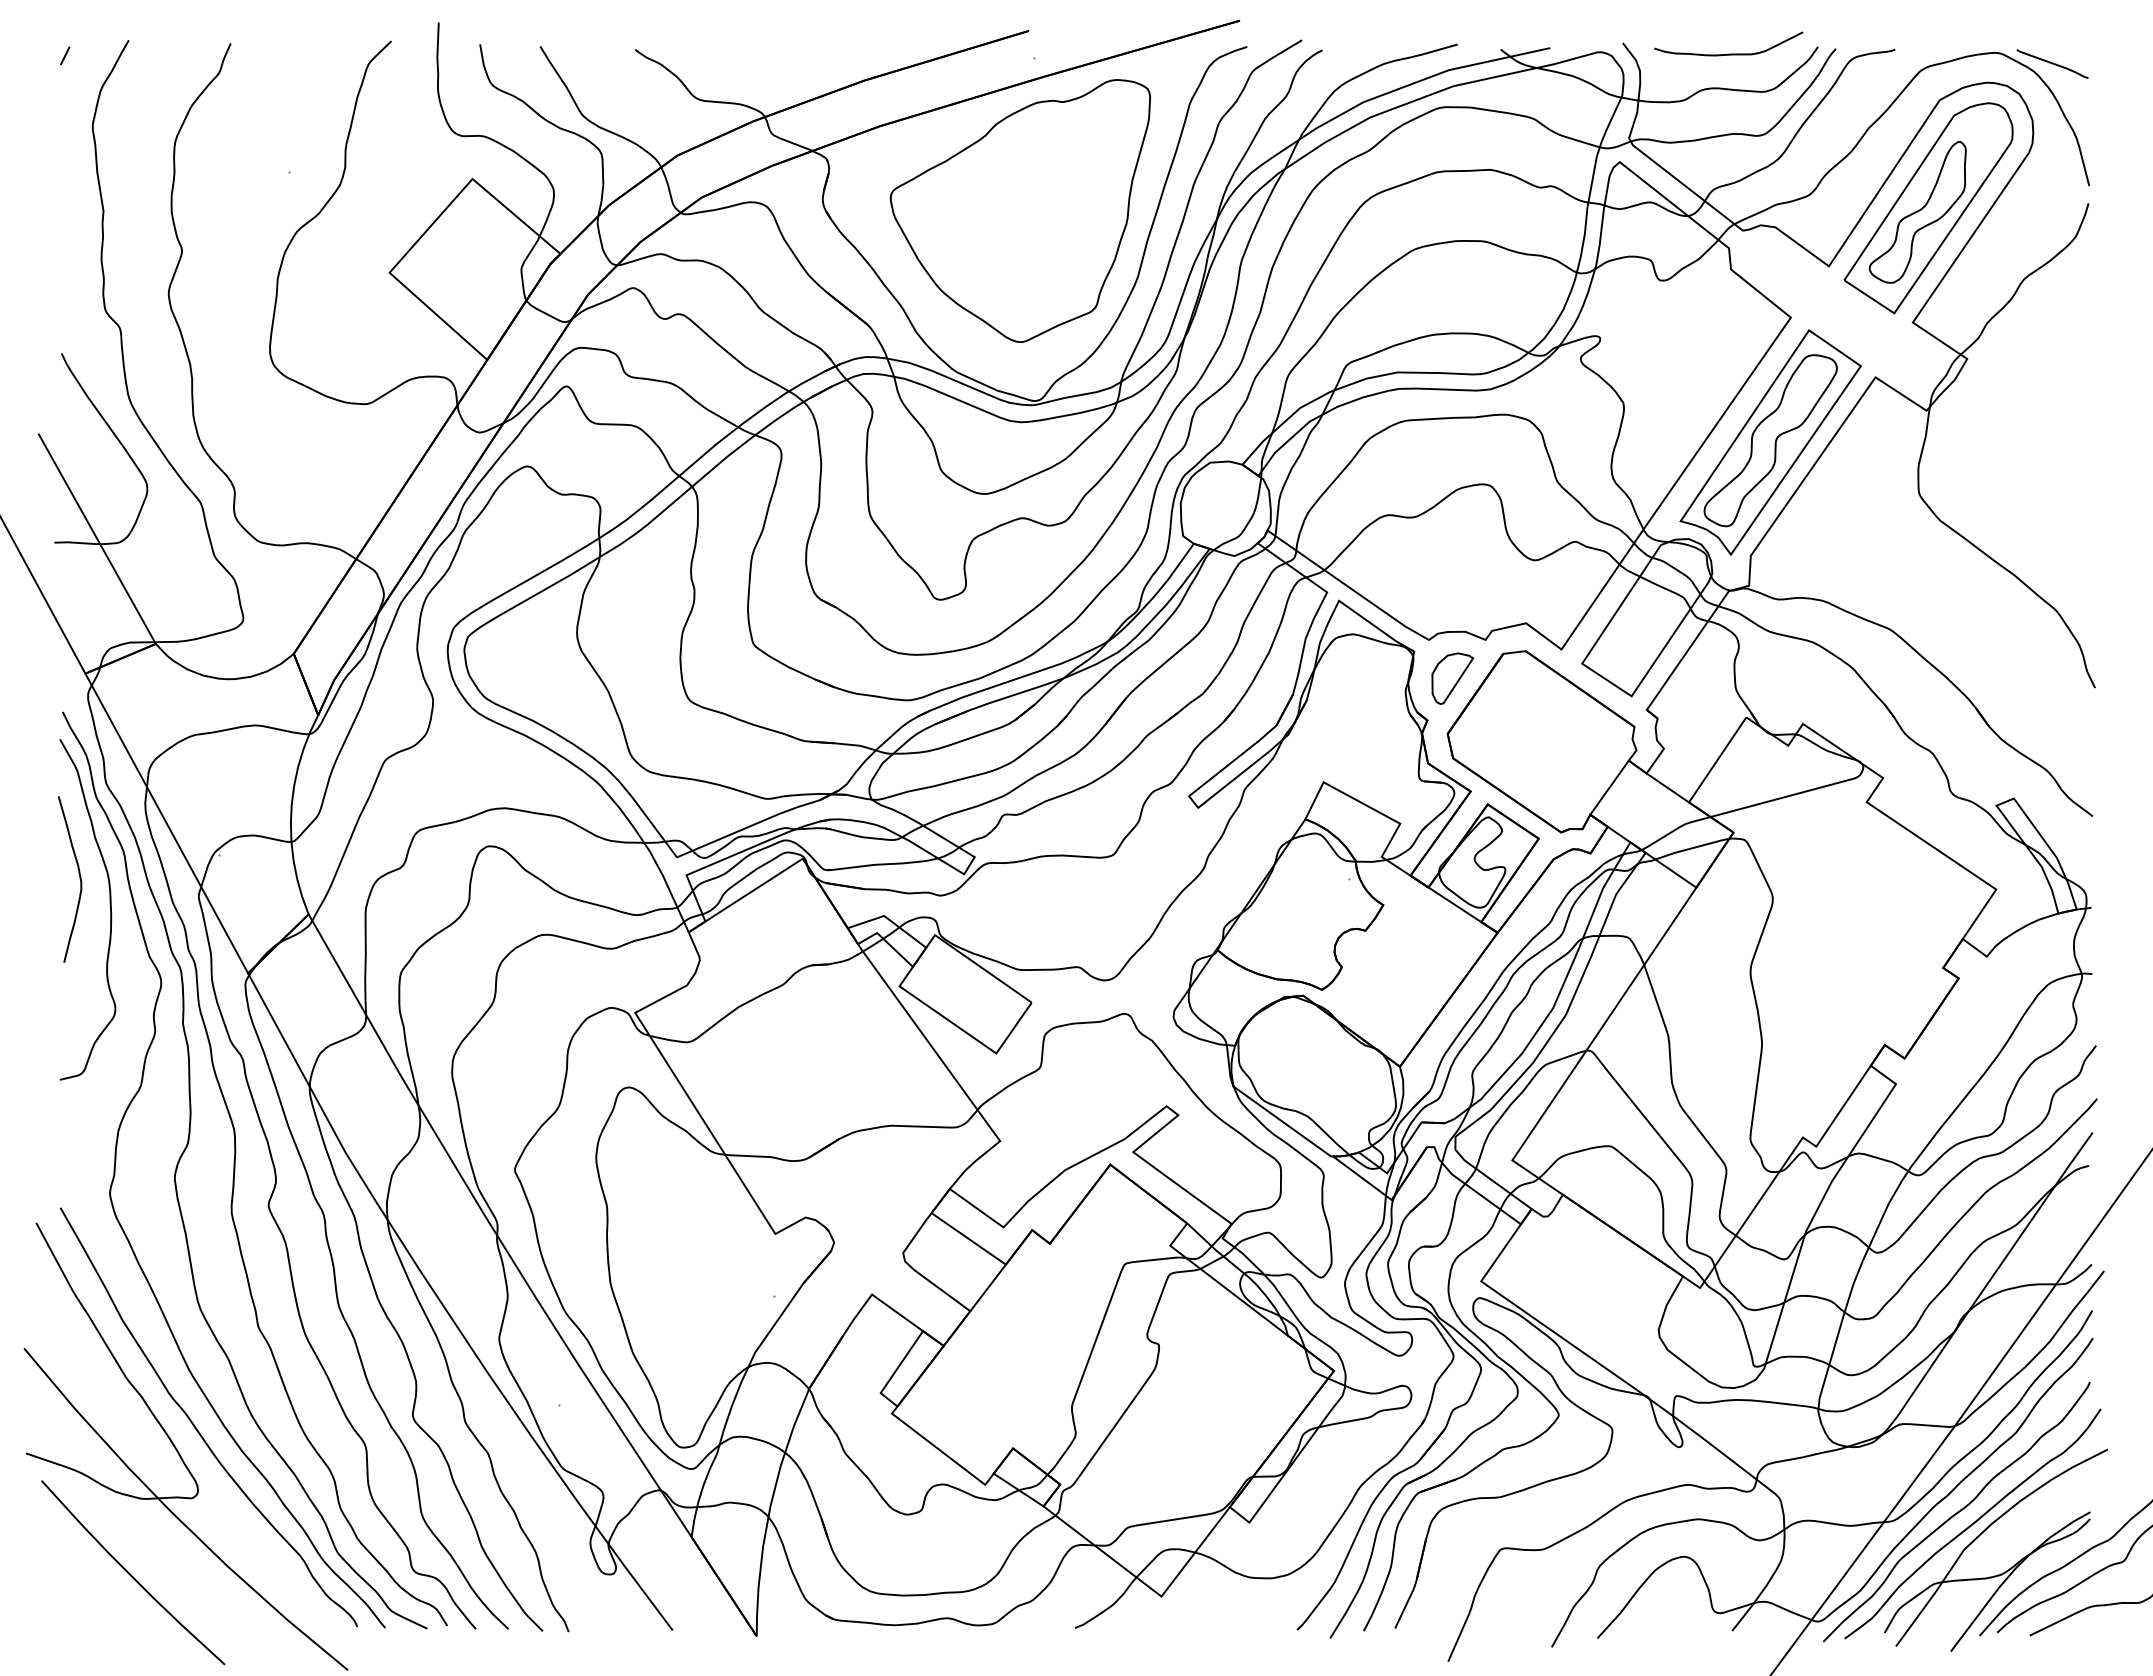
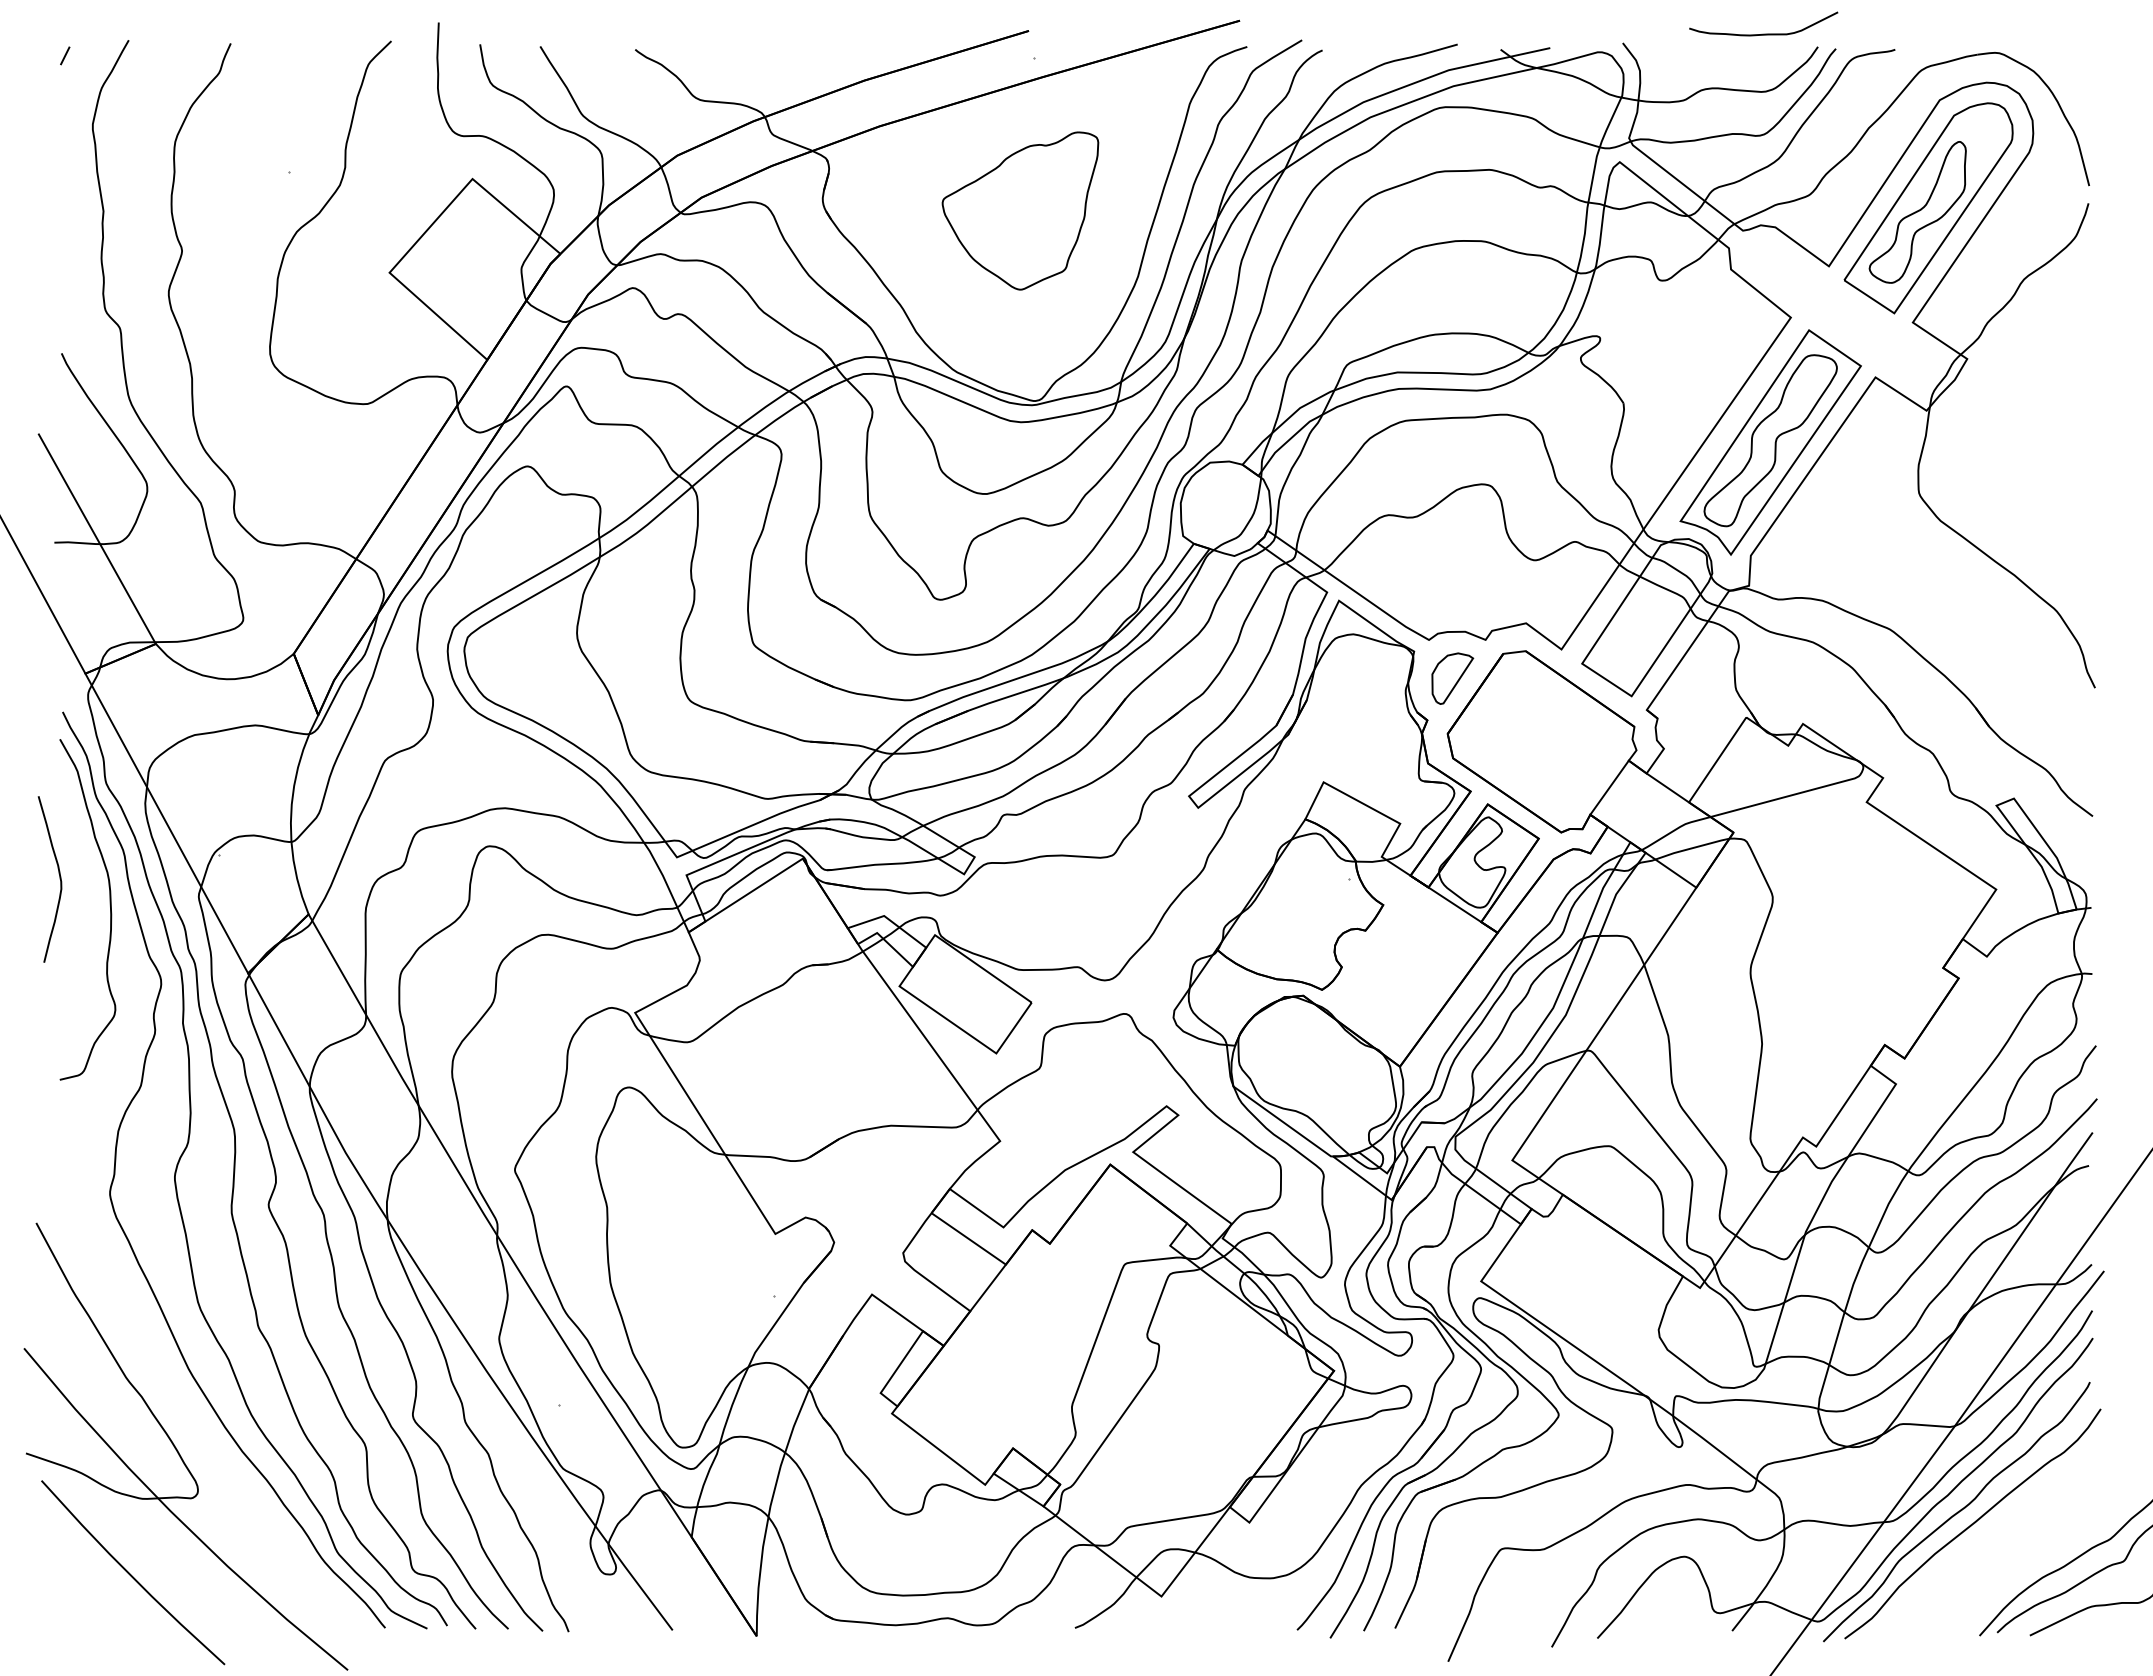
curve at (1728, 53) position: (1728, 53) -> (1763, 33)
curve at (2052, 63): present -> none
part at (1020, 210) size: 263x264 px -> 159x160 px
curve at (79, 879) position: (79, 879) -> (59, 879)
curve at (195, 1425): present -> none
part at (1984, 1532): present -> none
